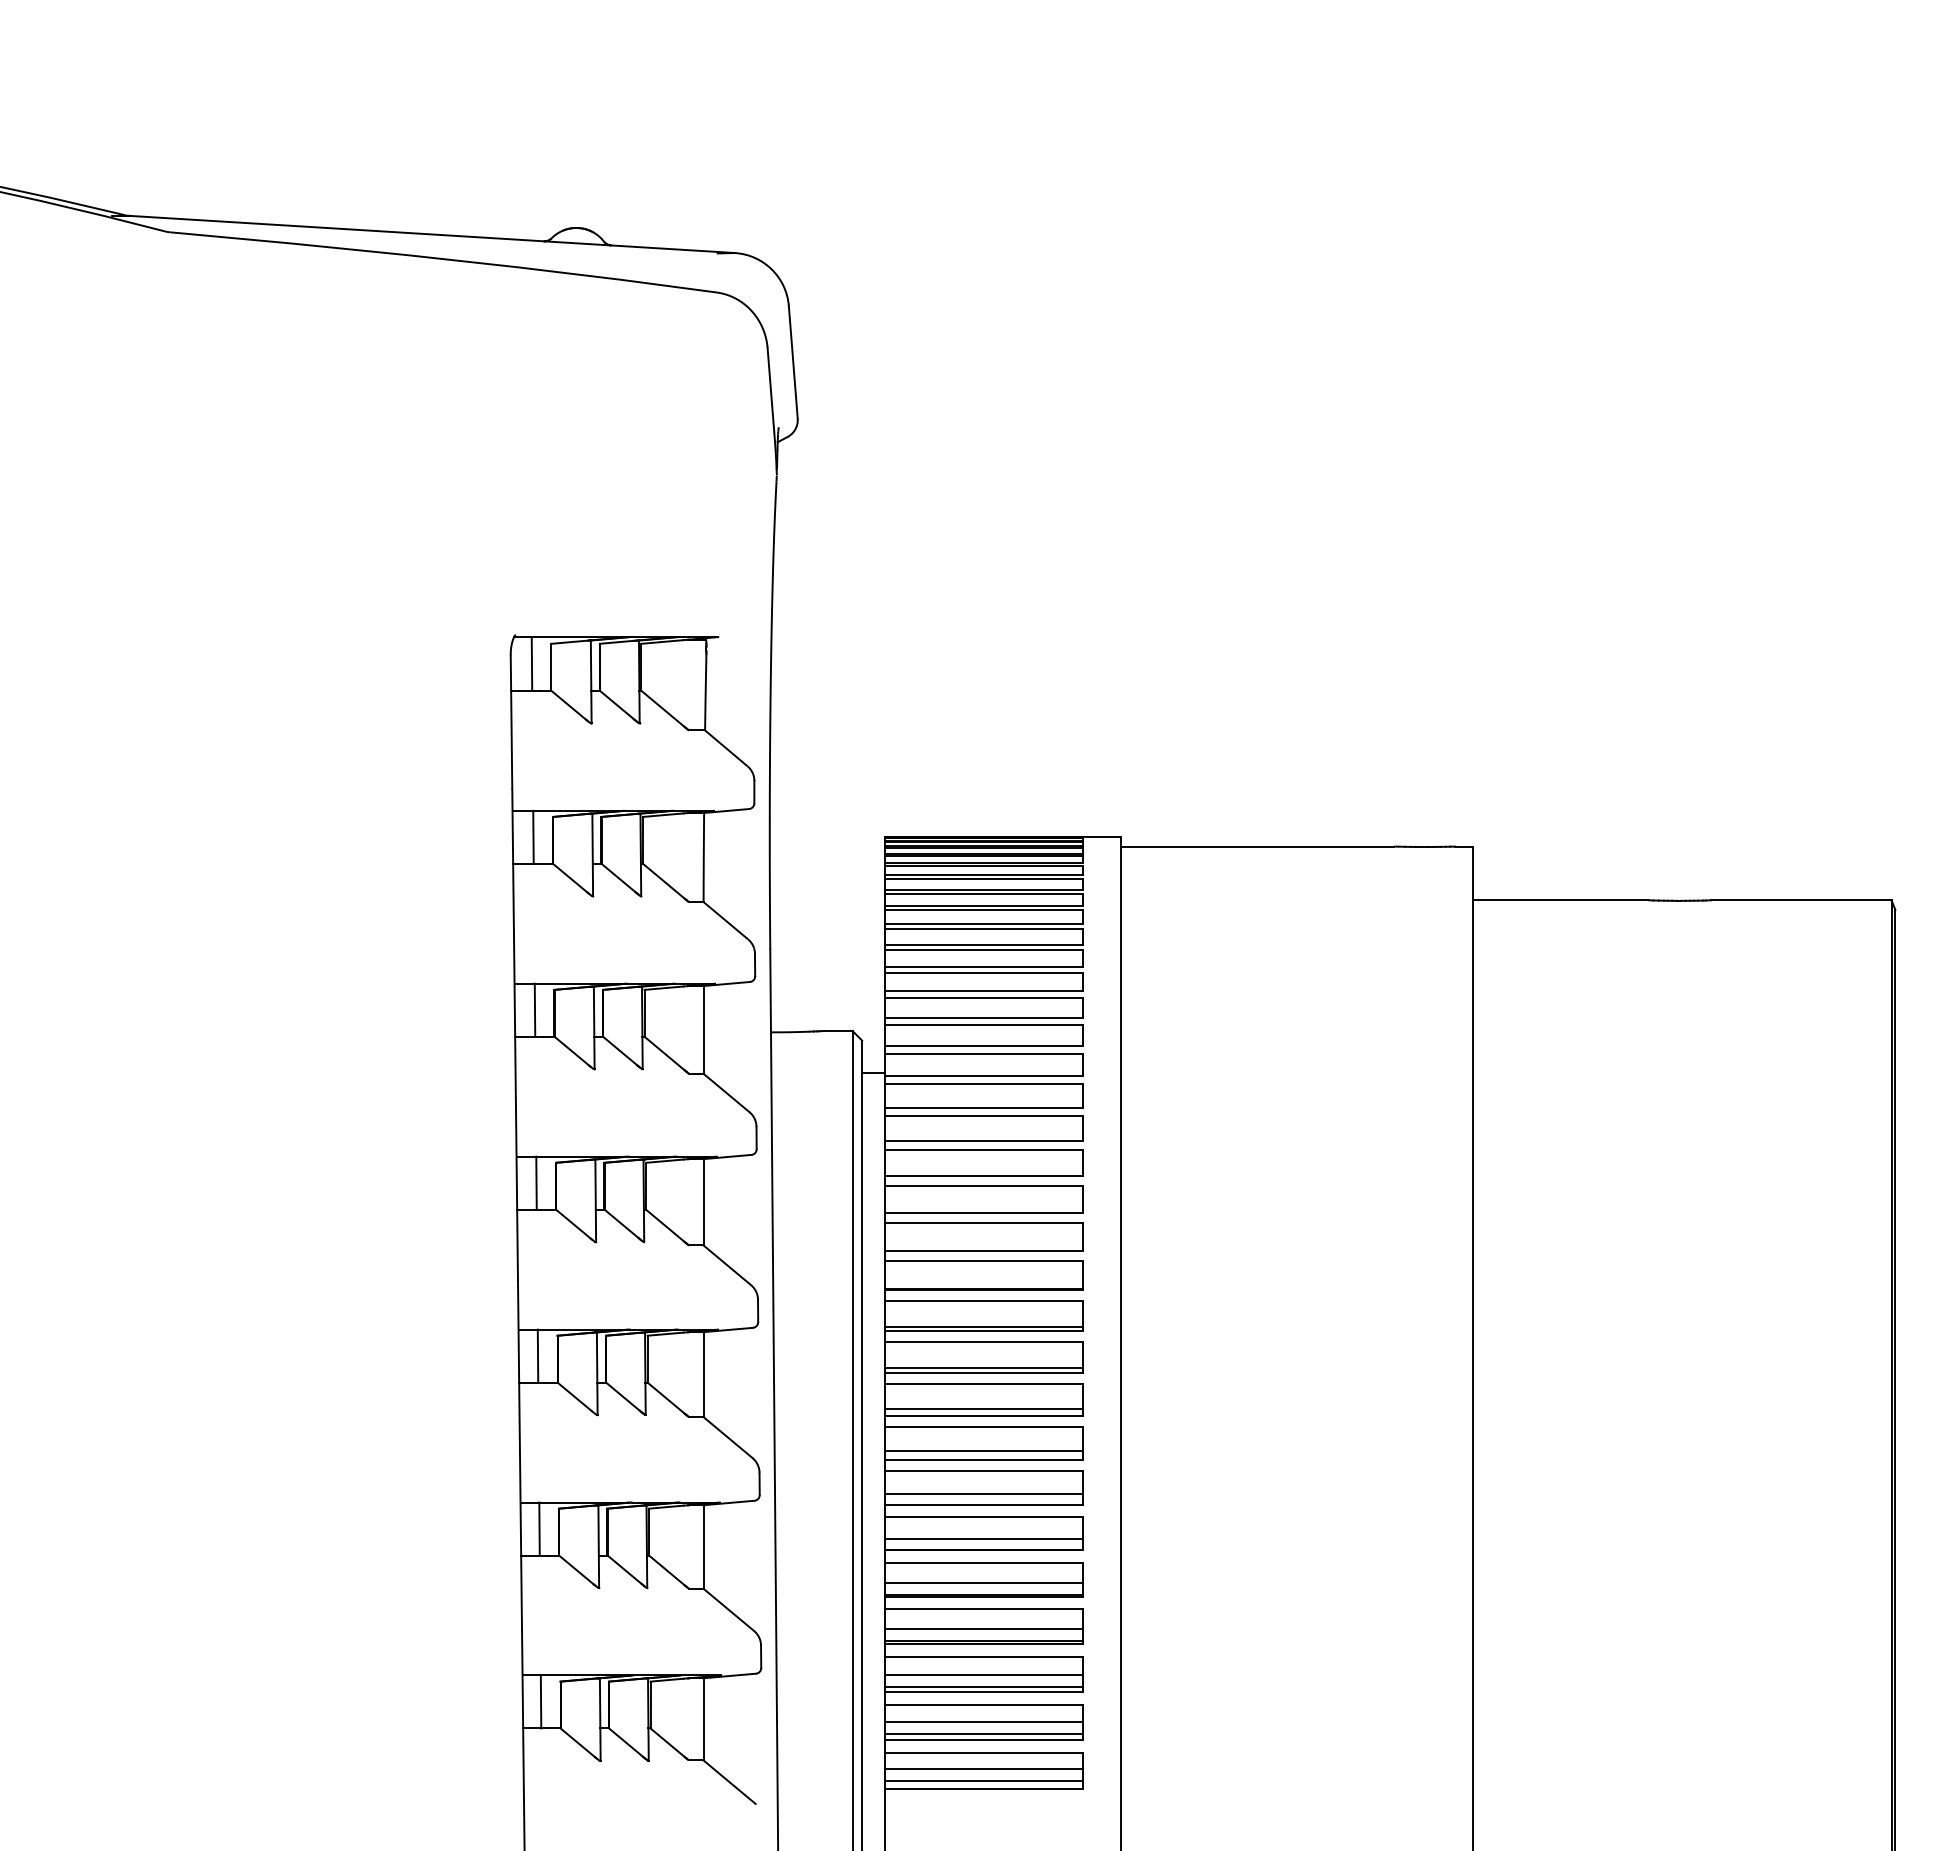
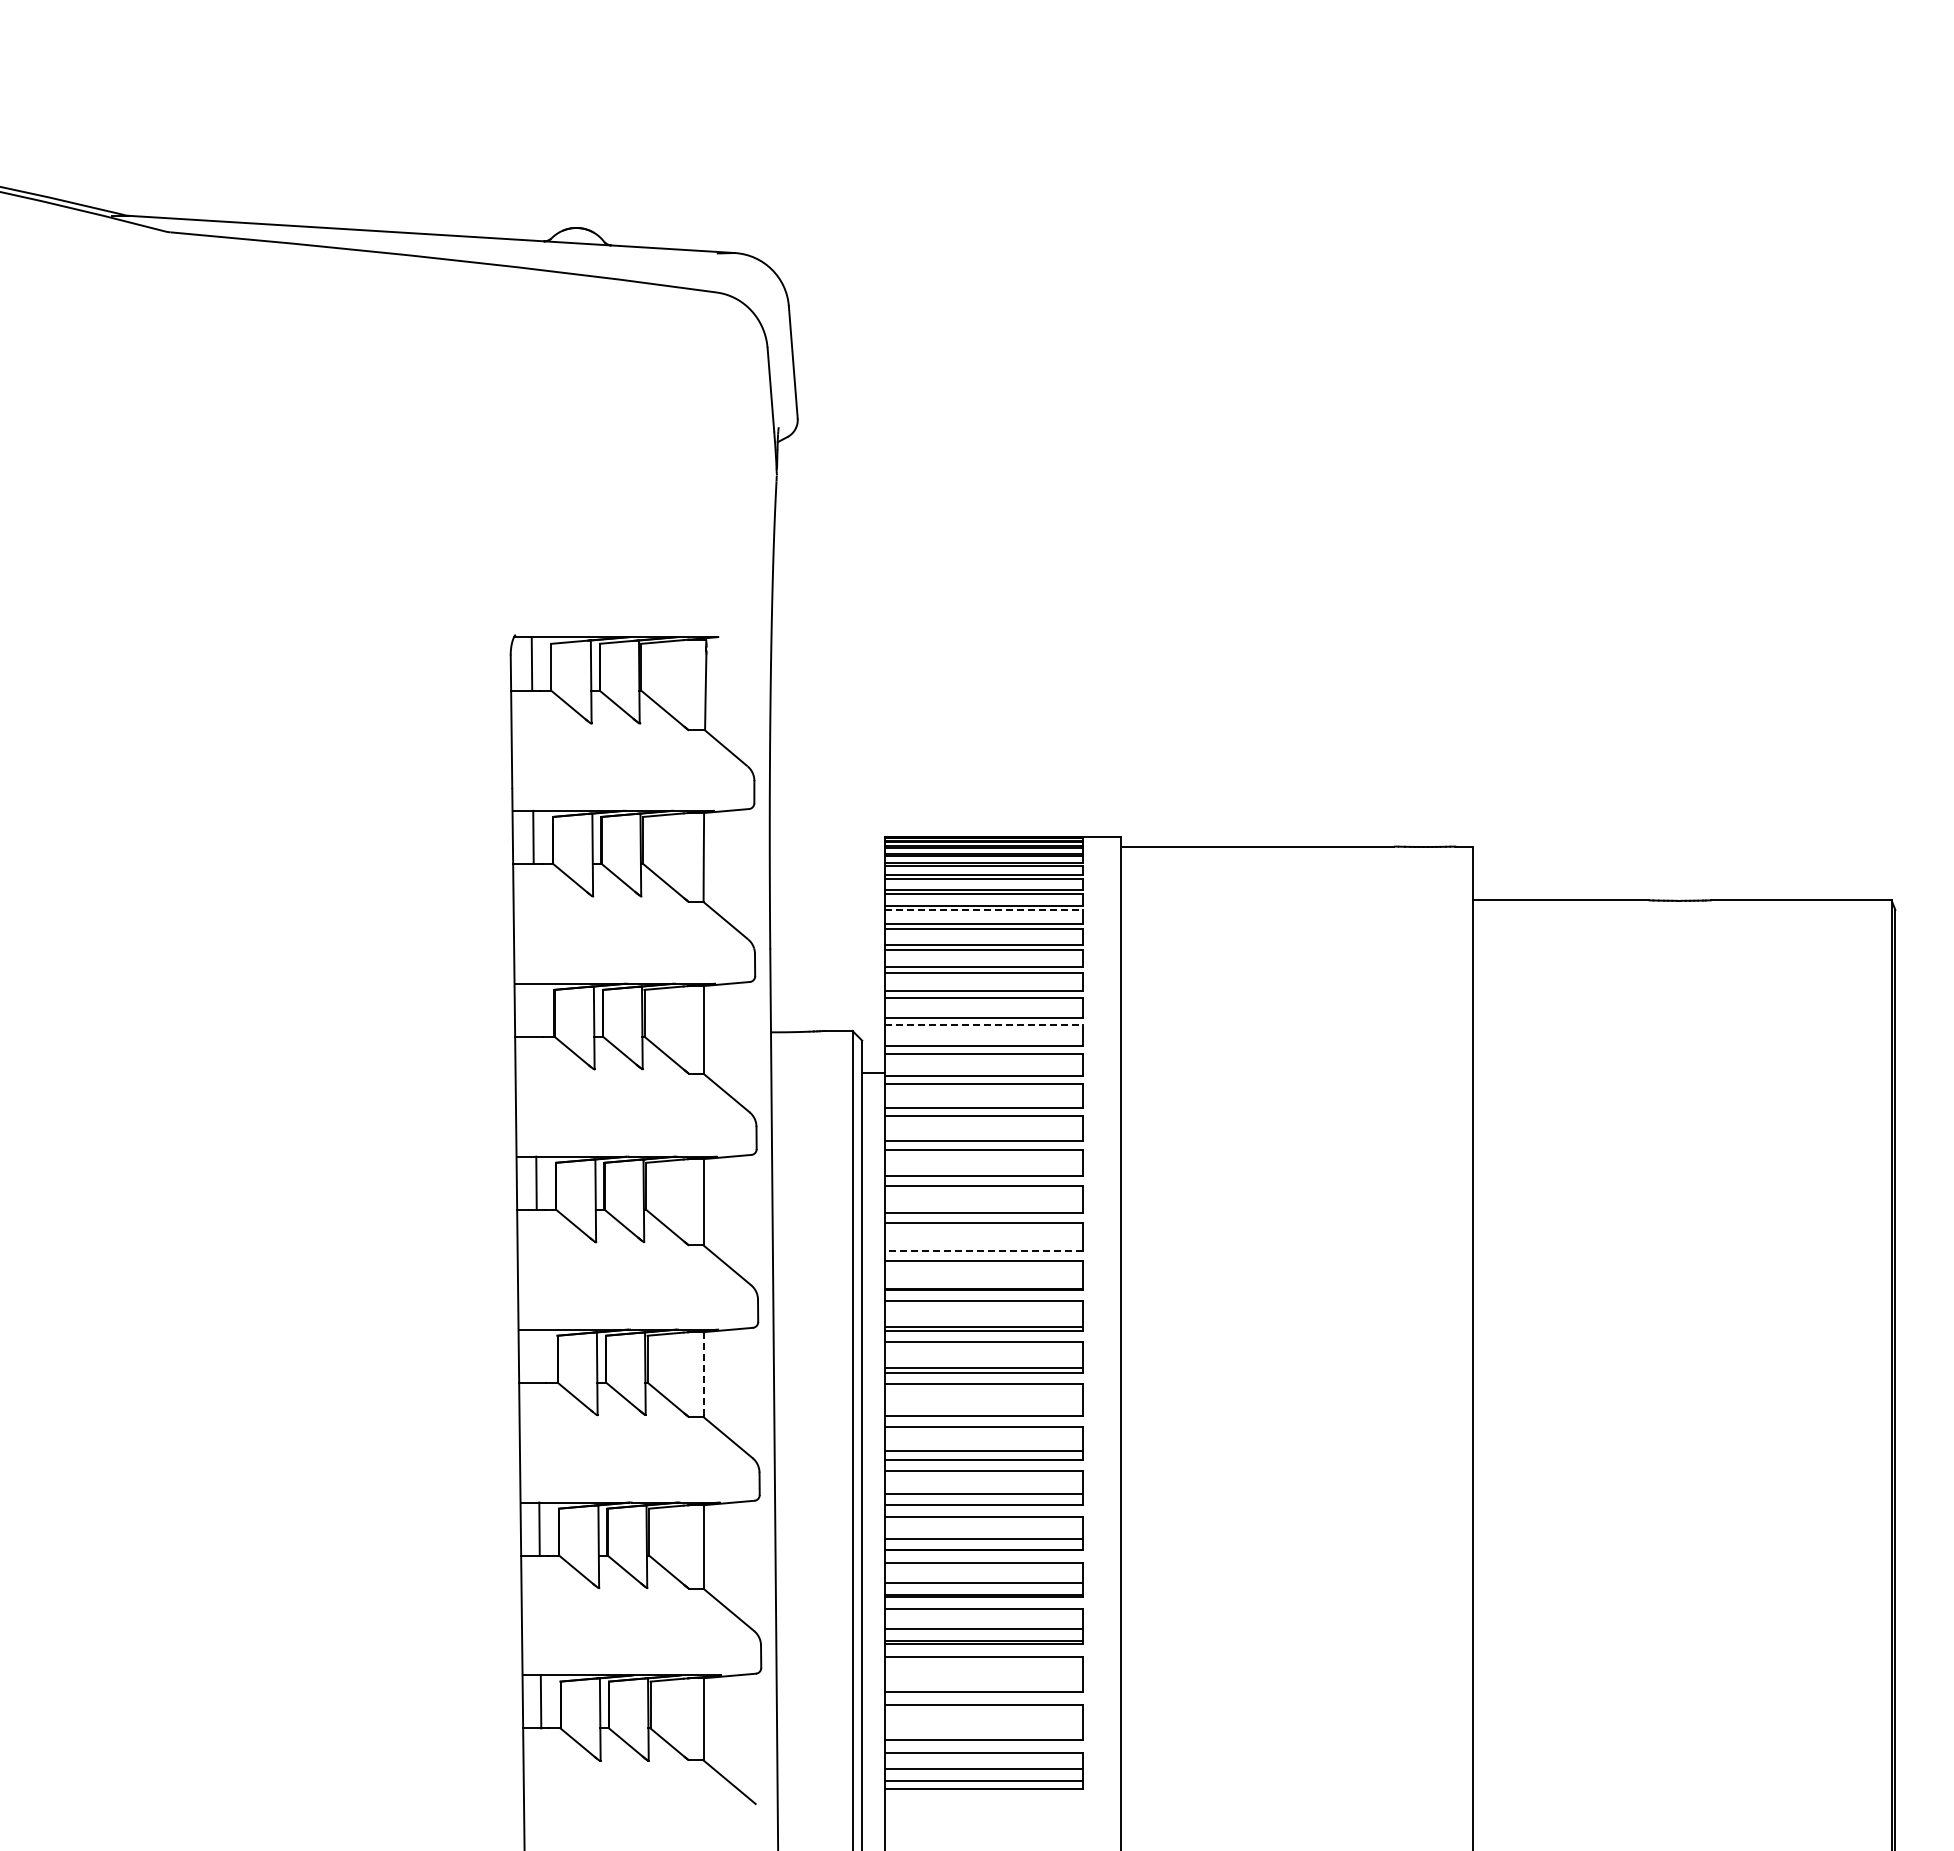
line at (983, 910): solid -> dashed
line at (534, 1009): present -> none
line at (983, 1024): solid -> dashed
line at (983, 1250): solid -> dashed
line at (537, 1355): present -> none
line at (703, 1375): solid -> dashed
line at (983, 1408): present -> none
line at (983, 1675): present -> none
line at (983, 1686): present -> none
line at (983, 1721): present -> none
line at (983, 1733): present -> none
